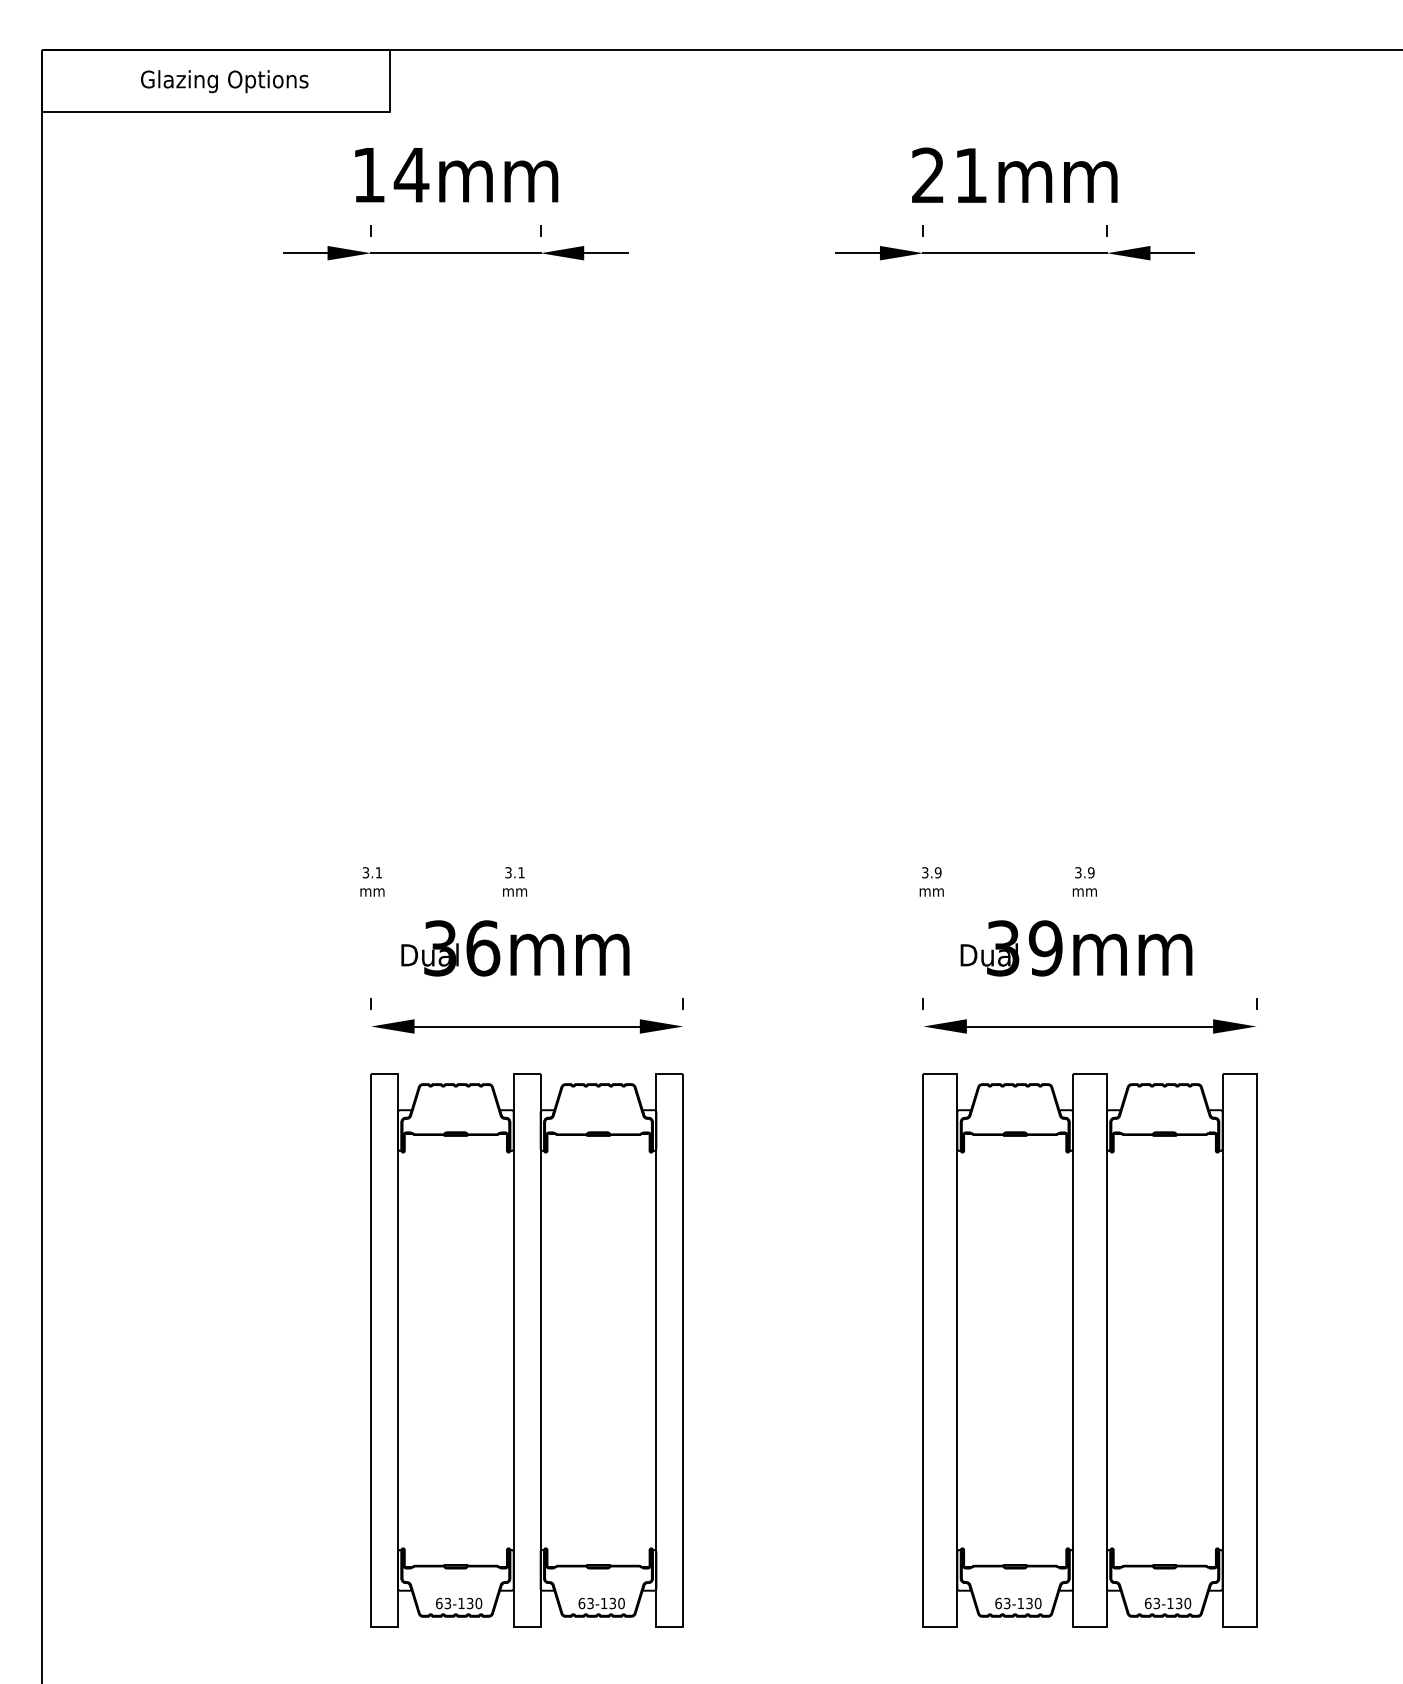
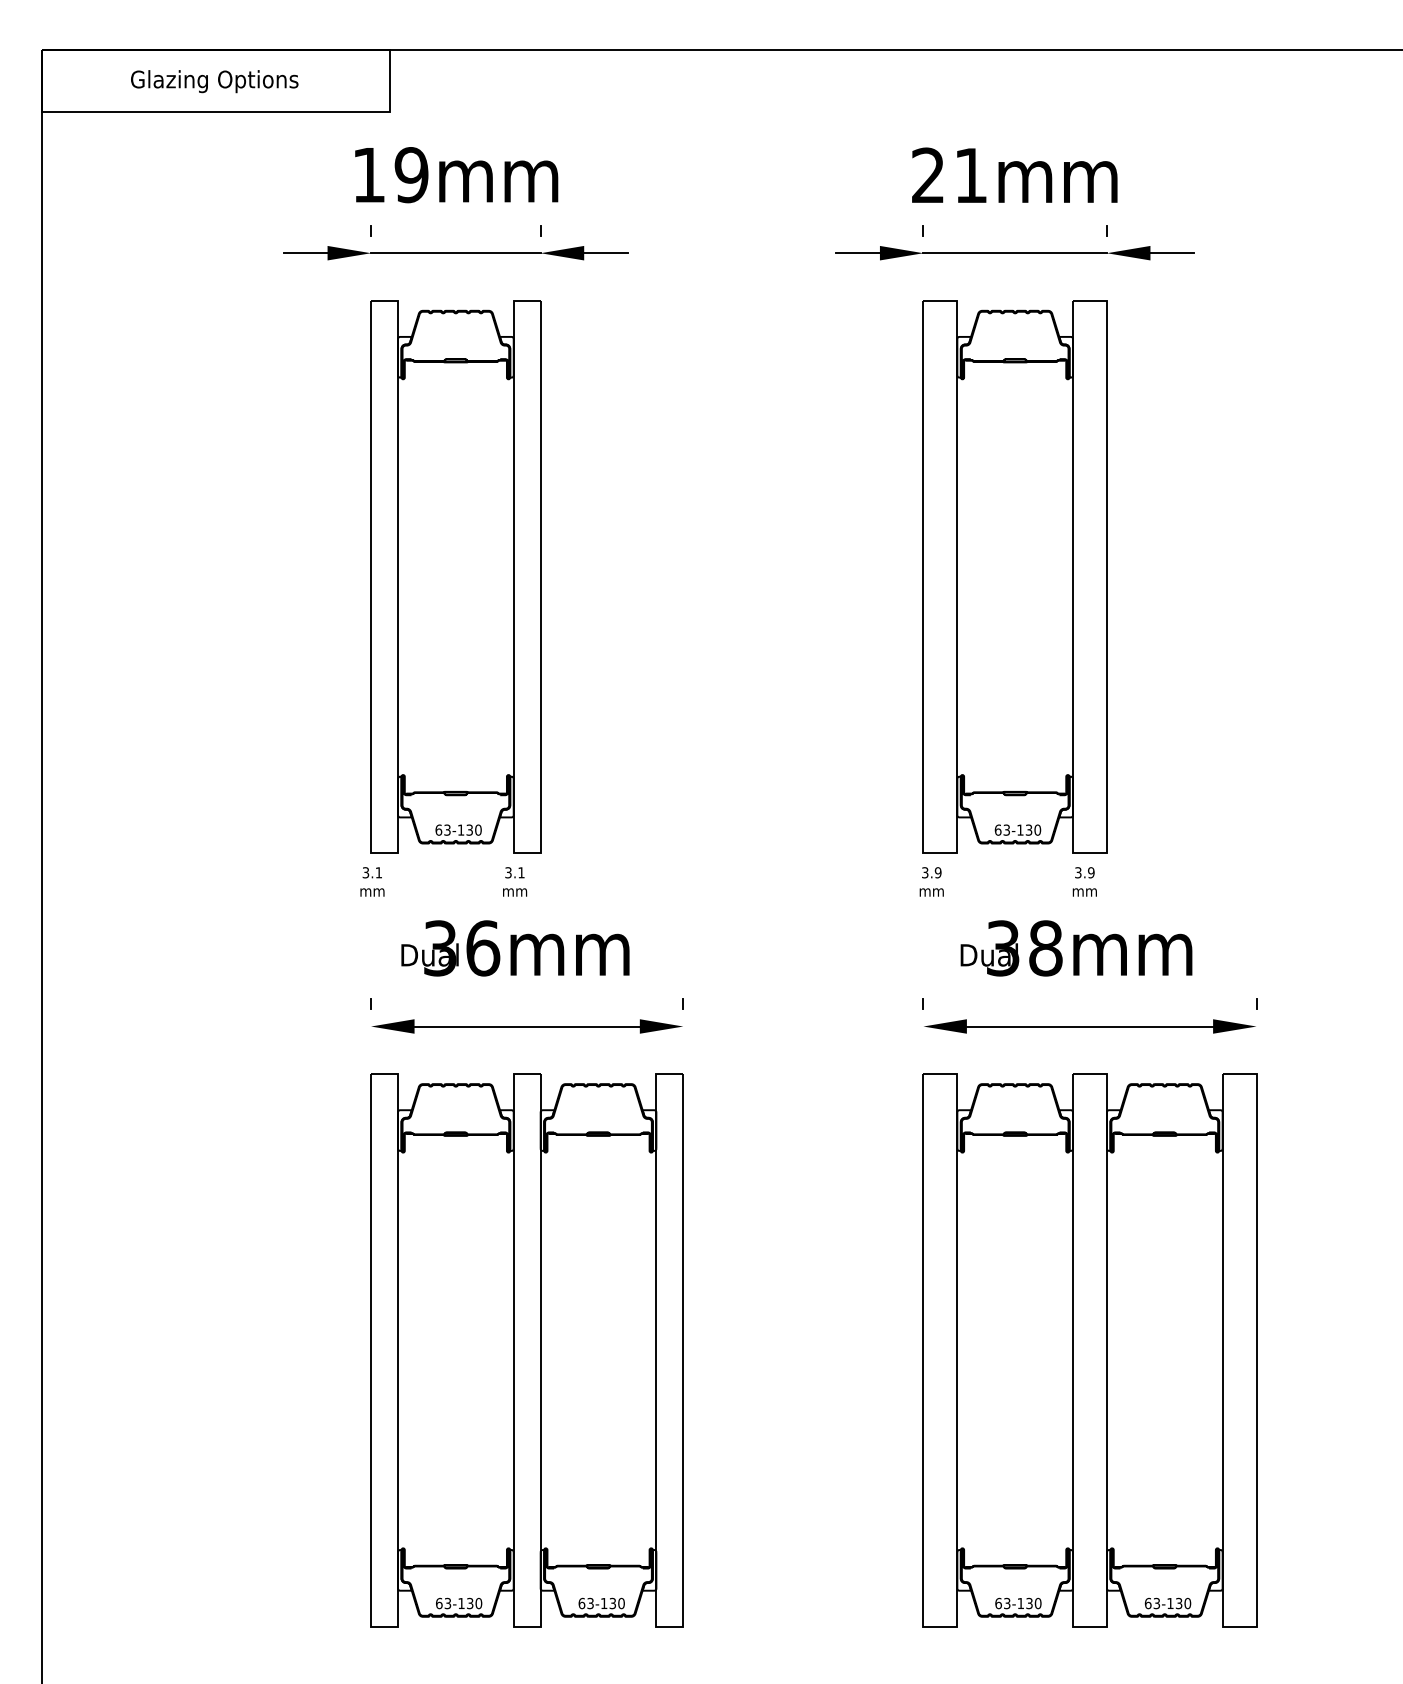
text at (224, 81) position: (224, 81) -> (214, 81)
text at (411, 175): 14mm -> 19mm
part at (455, 576): none -> present
part at (1014, 576): none -> present
text at (1045, 948): 39mm -> 38mm
